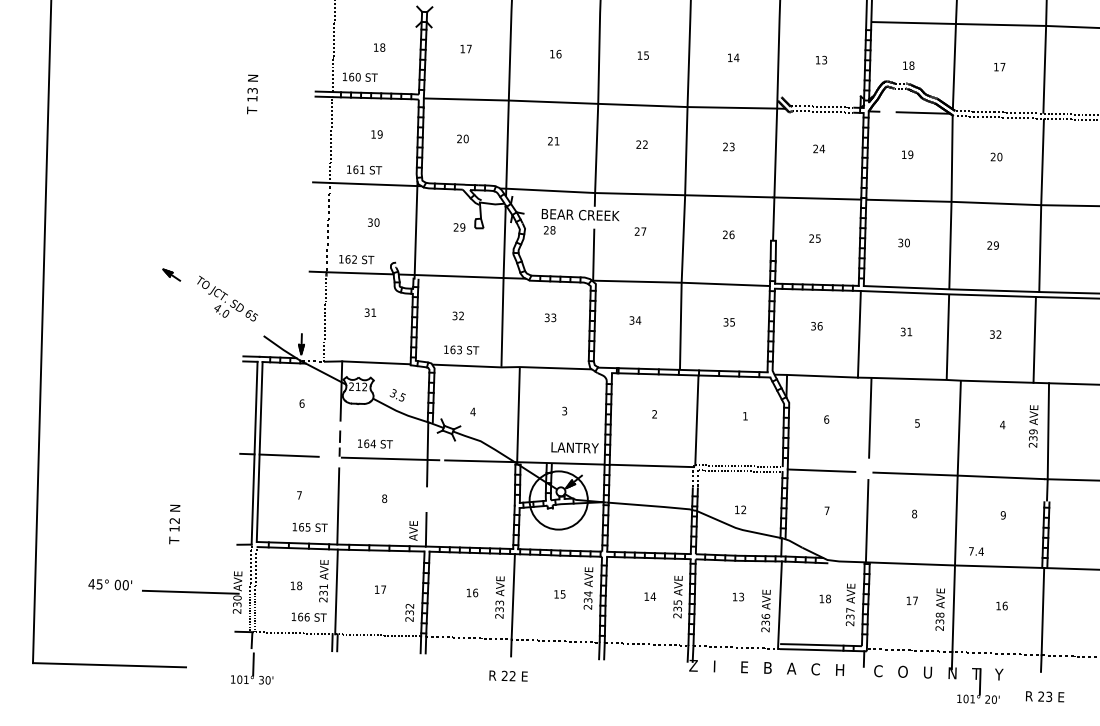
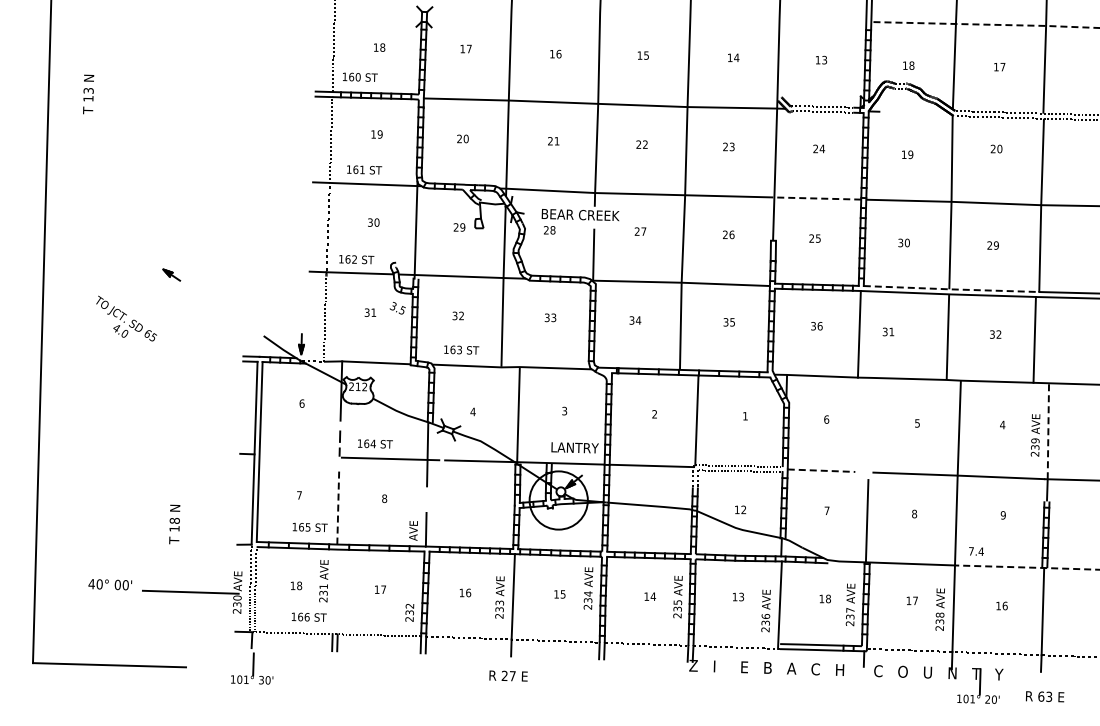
line at (985, 24): solid -> dashed
text at (252, 94) position: (252, 94) -> (88, 94)
line at (923, 112): present -> none
text at (996, 156) position: (996, 156) -> (996, 148)
line at (817, 198): solid -> dashed
line at (951, 289): solid -> dashed
text at (227, 298) position: (227, 298) -> (126, 318)
text at (906, 331) position: (906, 331) -> (888, 331)
text at (397, 395) position: (397, 395) -> (397, 308)
line at (870, 417): present -> none
text at (1033, 426) position: (1033, 426) -> (1035, 435)
line at (1048, 431): solid -> dashed
line at (288, 455): present -> none
line at (821, 470): solid -> dashed
line at (338, 505): solid -> dashed
text at (174, 520): 12 -> 18
line at (1027, 567): solid -> dashed
text at (99, 584): 45° -> 40°
line at (336, 591): present -> none
text at (472, 592) position: (472, 592) -> (465, 592)
text at (512, 676): 22 -> 27
text at (1041, 696): 23 -> 63
